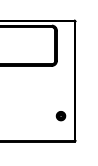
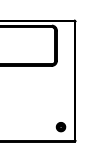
part at (60, 116) position: (60, 116) -> (60, 127)
